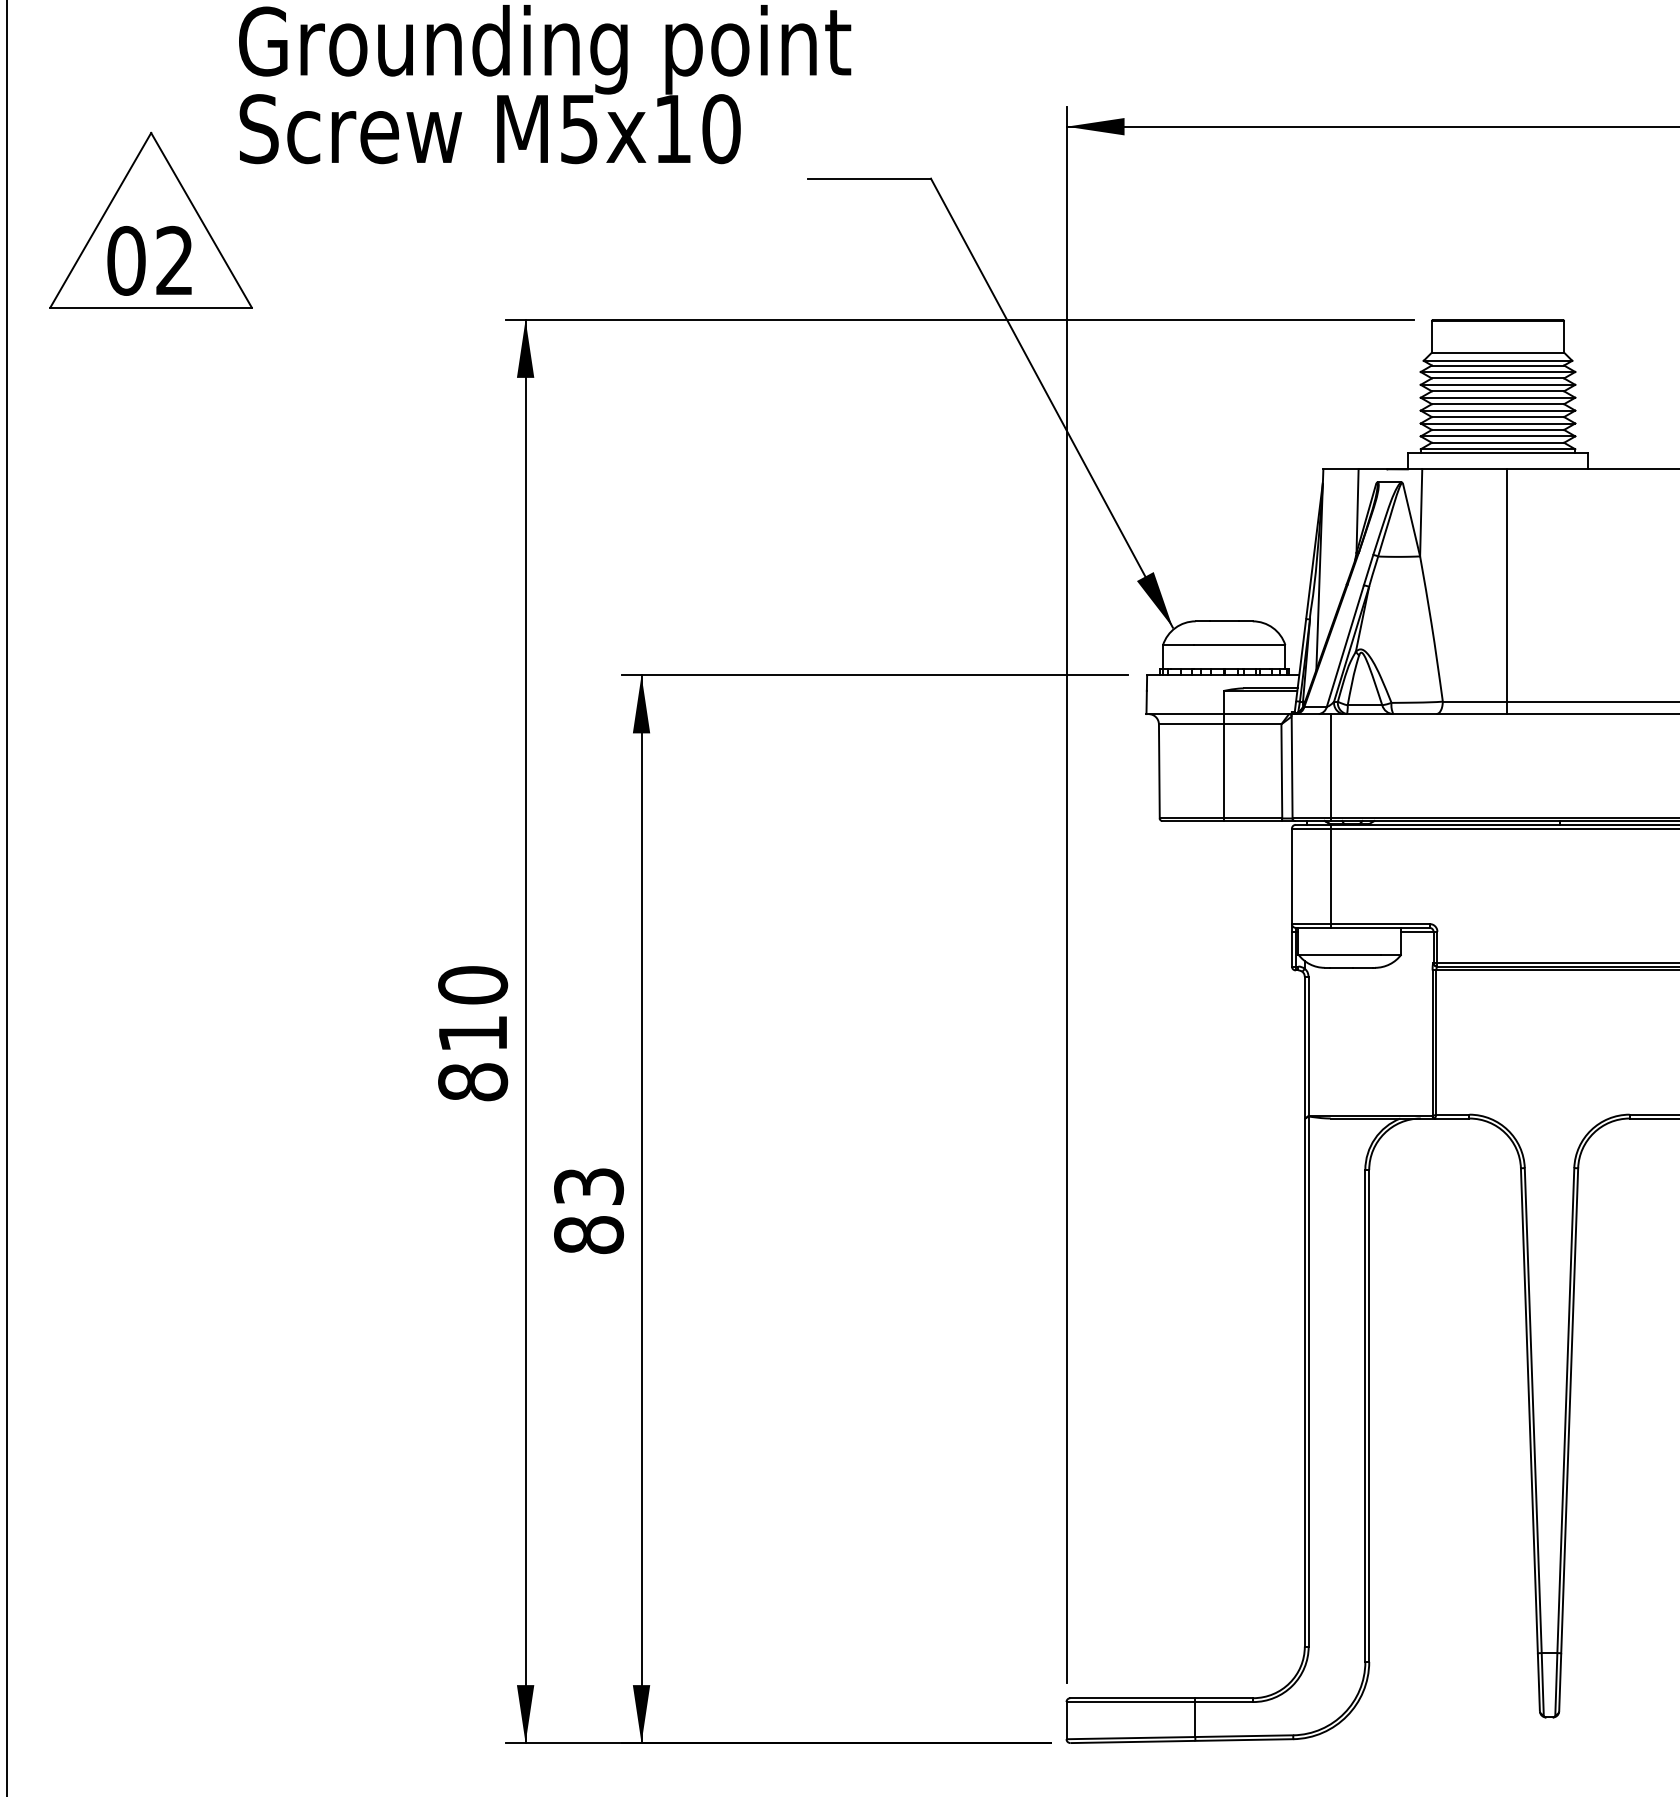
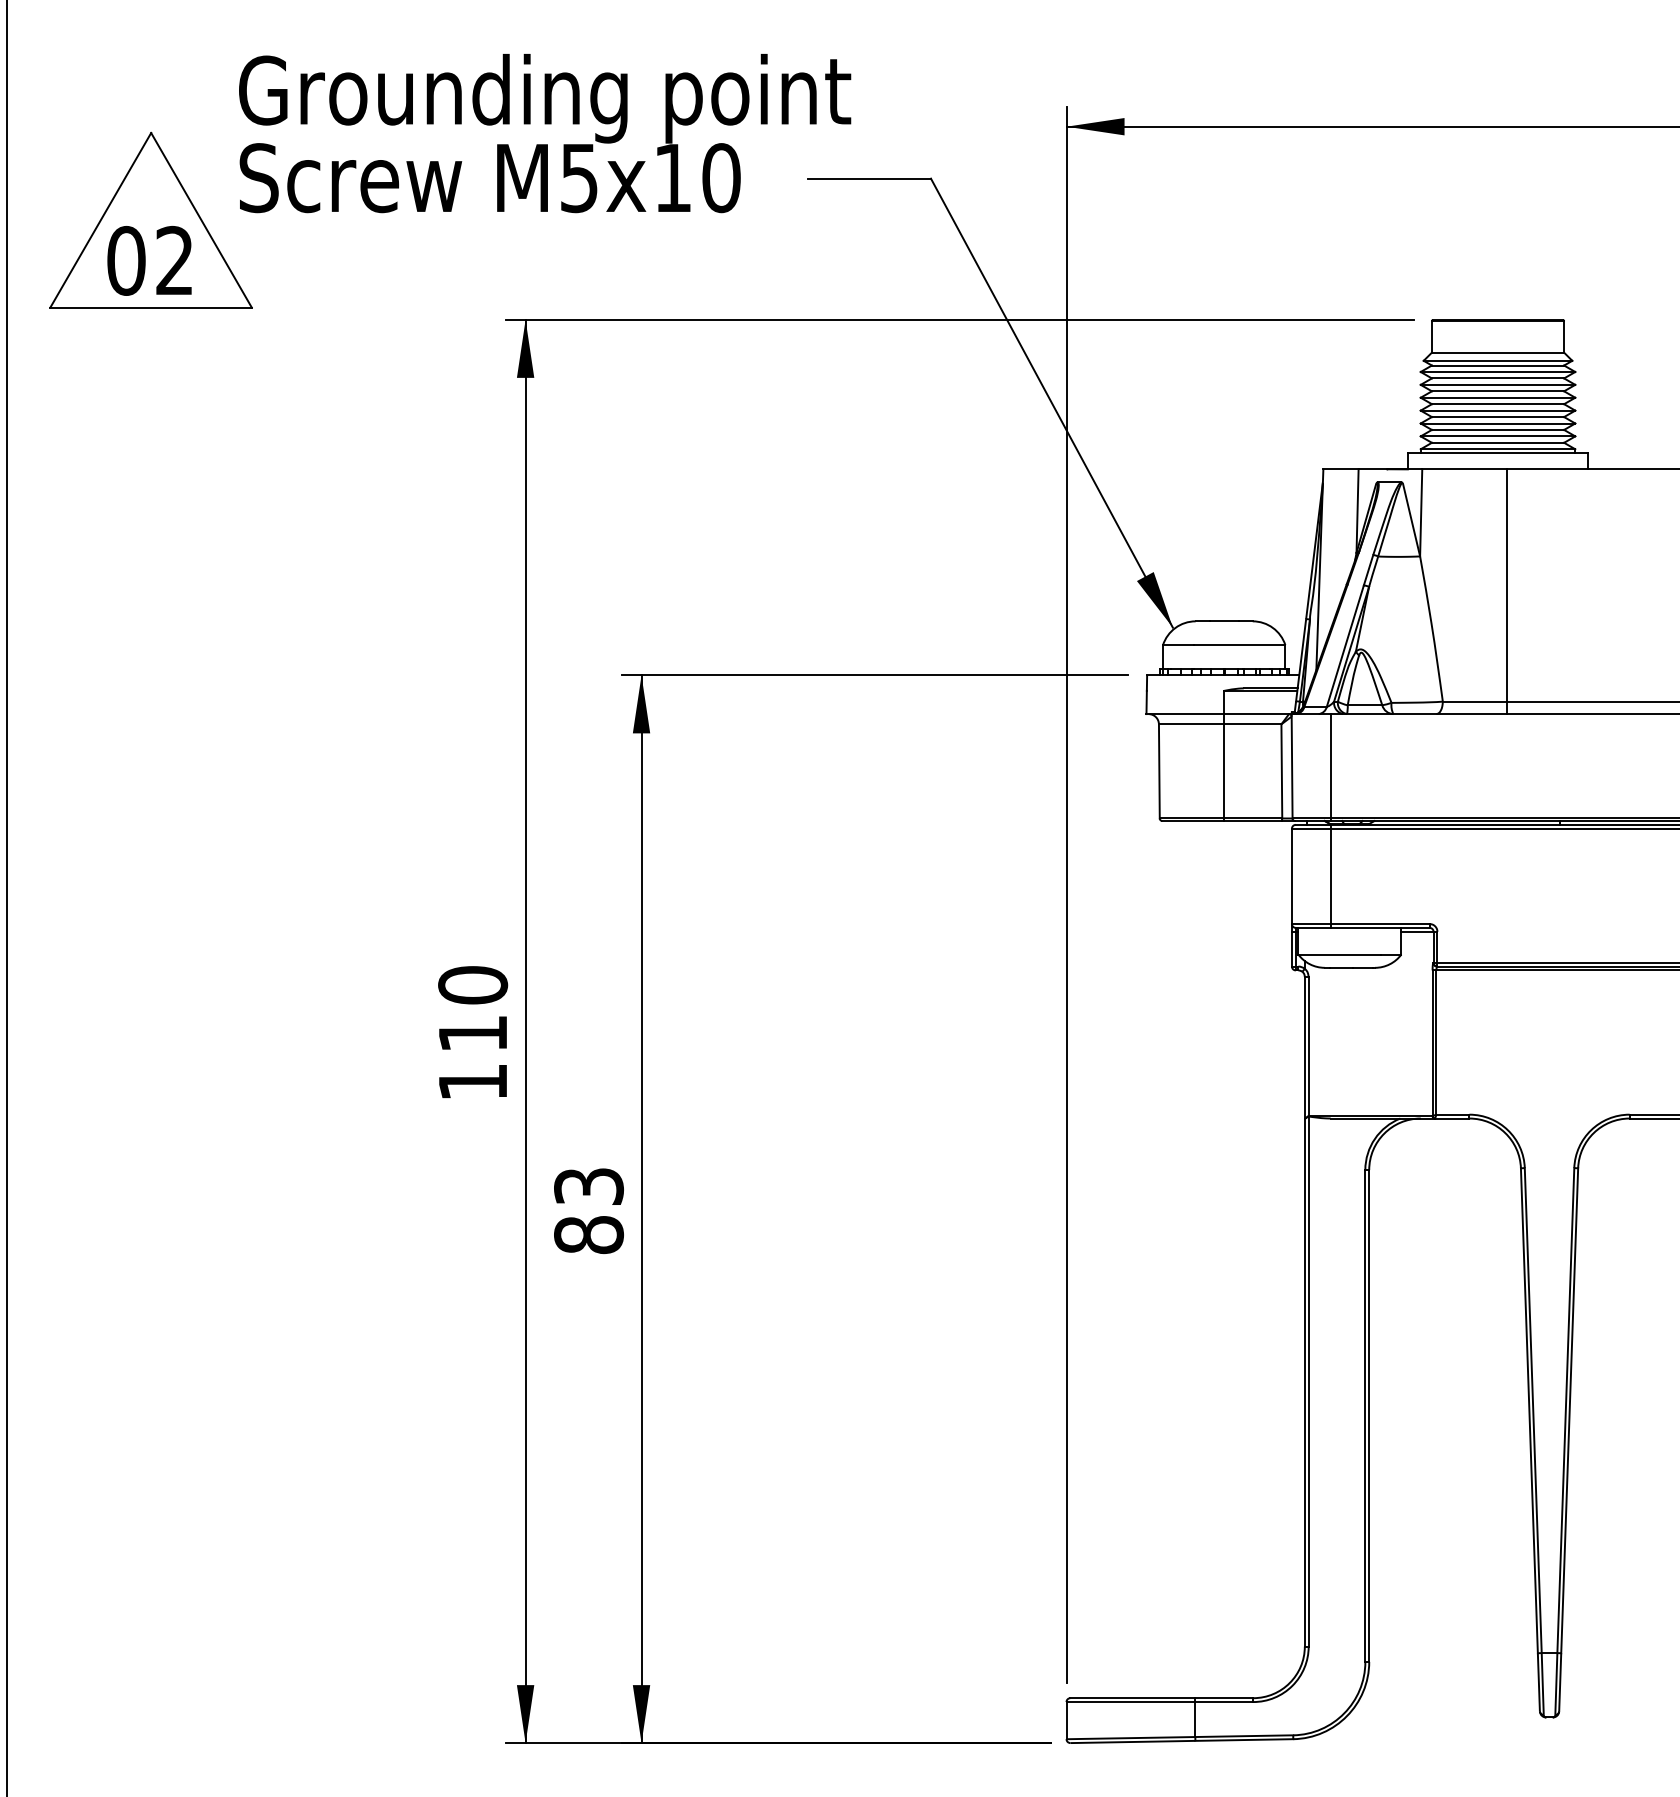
text at (545, 84) position: (545, 84) -> (545, 133)
text at (473, 1082): 810 -> 110
